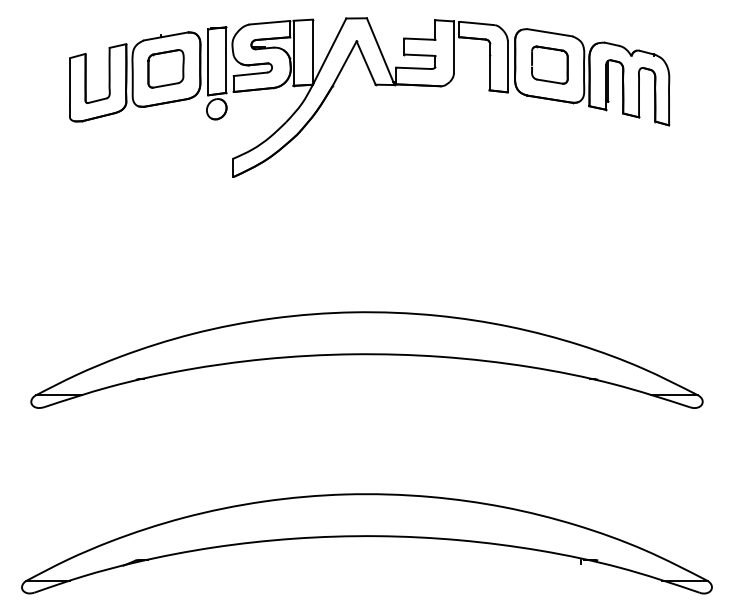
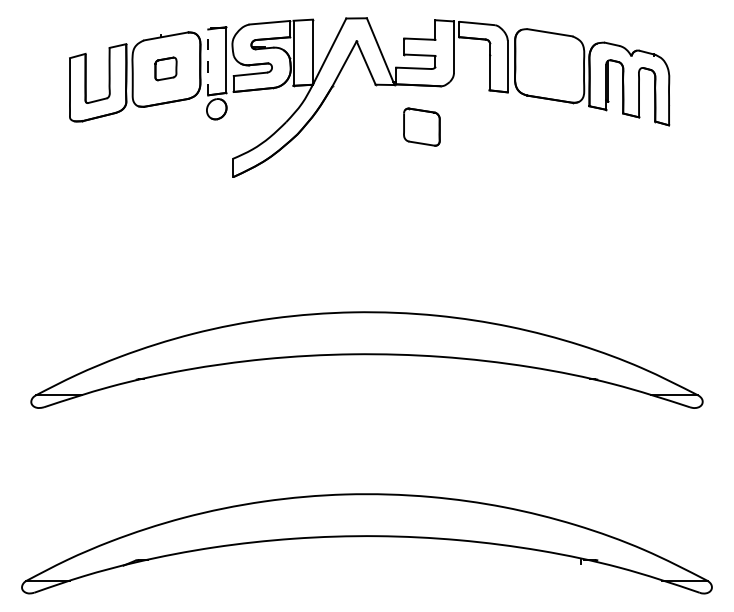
line at (208, 62): solid -> dashed
part at (549, 64) position: (549, 64) -> (421, 126)
part at (165, 68) size: 38x40 px -> 24x26 px
